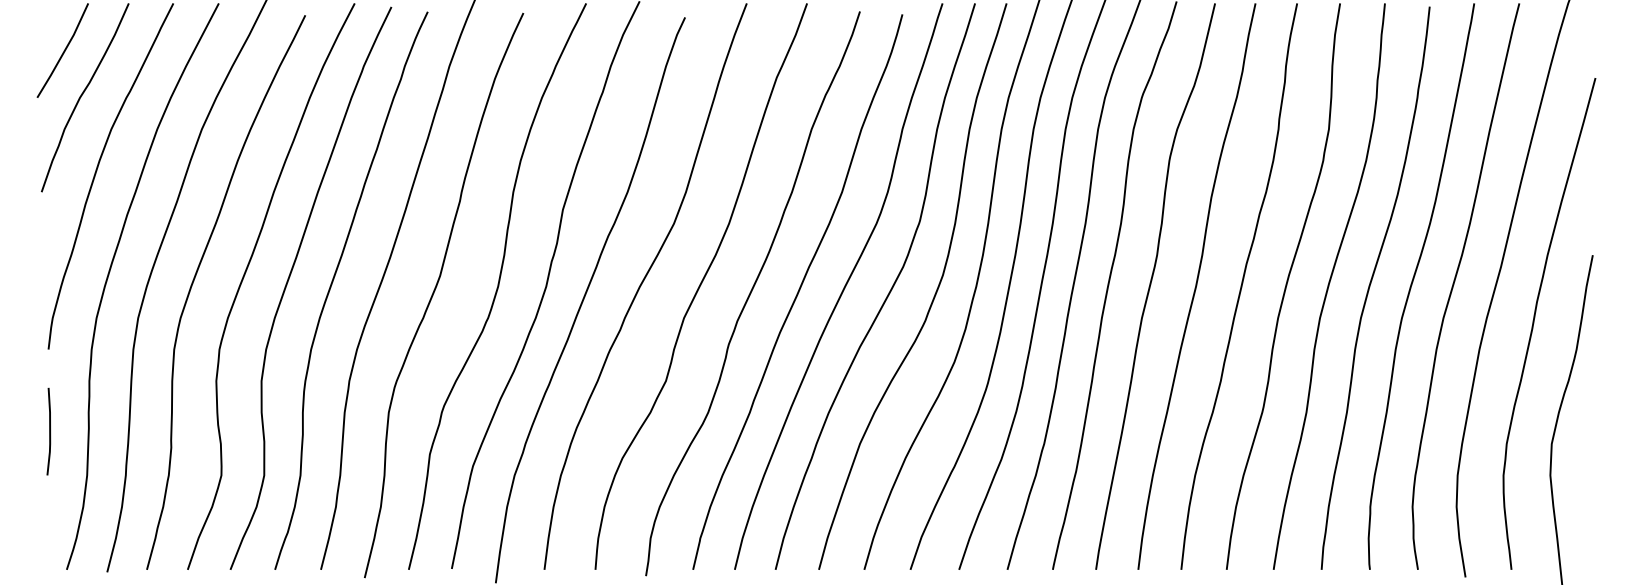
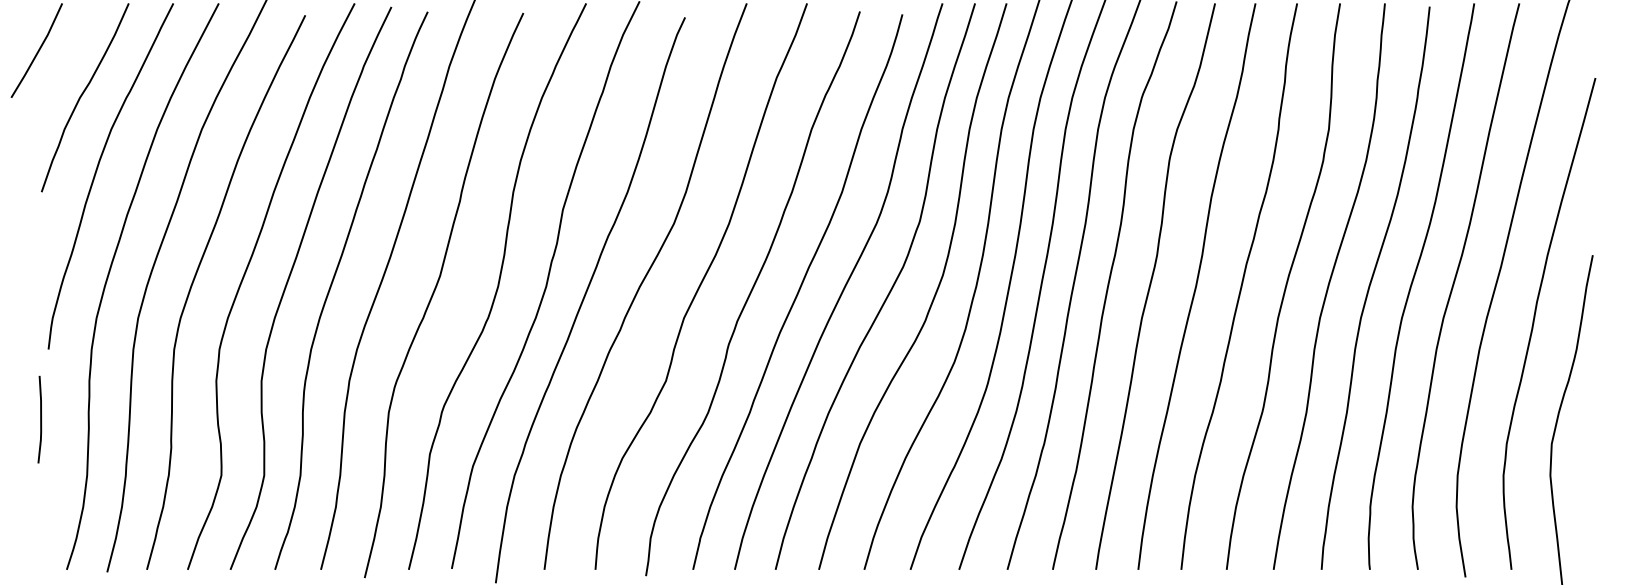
line at (63, 50) position: (63, 50) -> (37, 50)
line at (49, 431) position: (49, 431) -> (40, 419)
